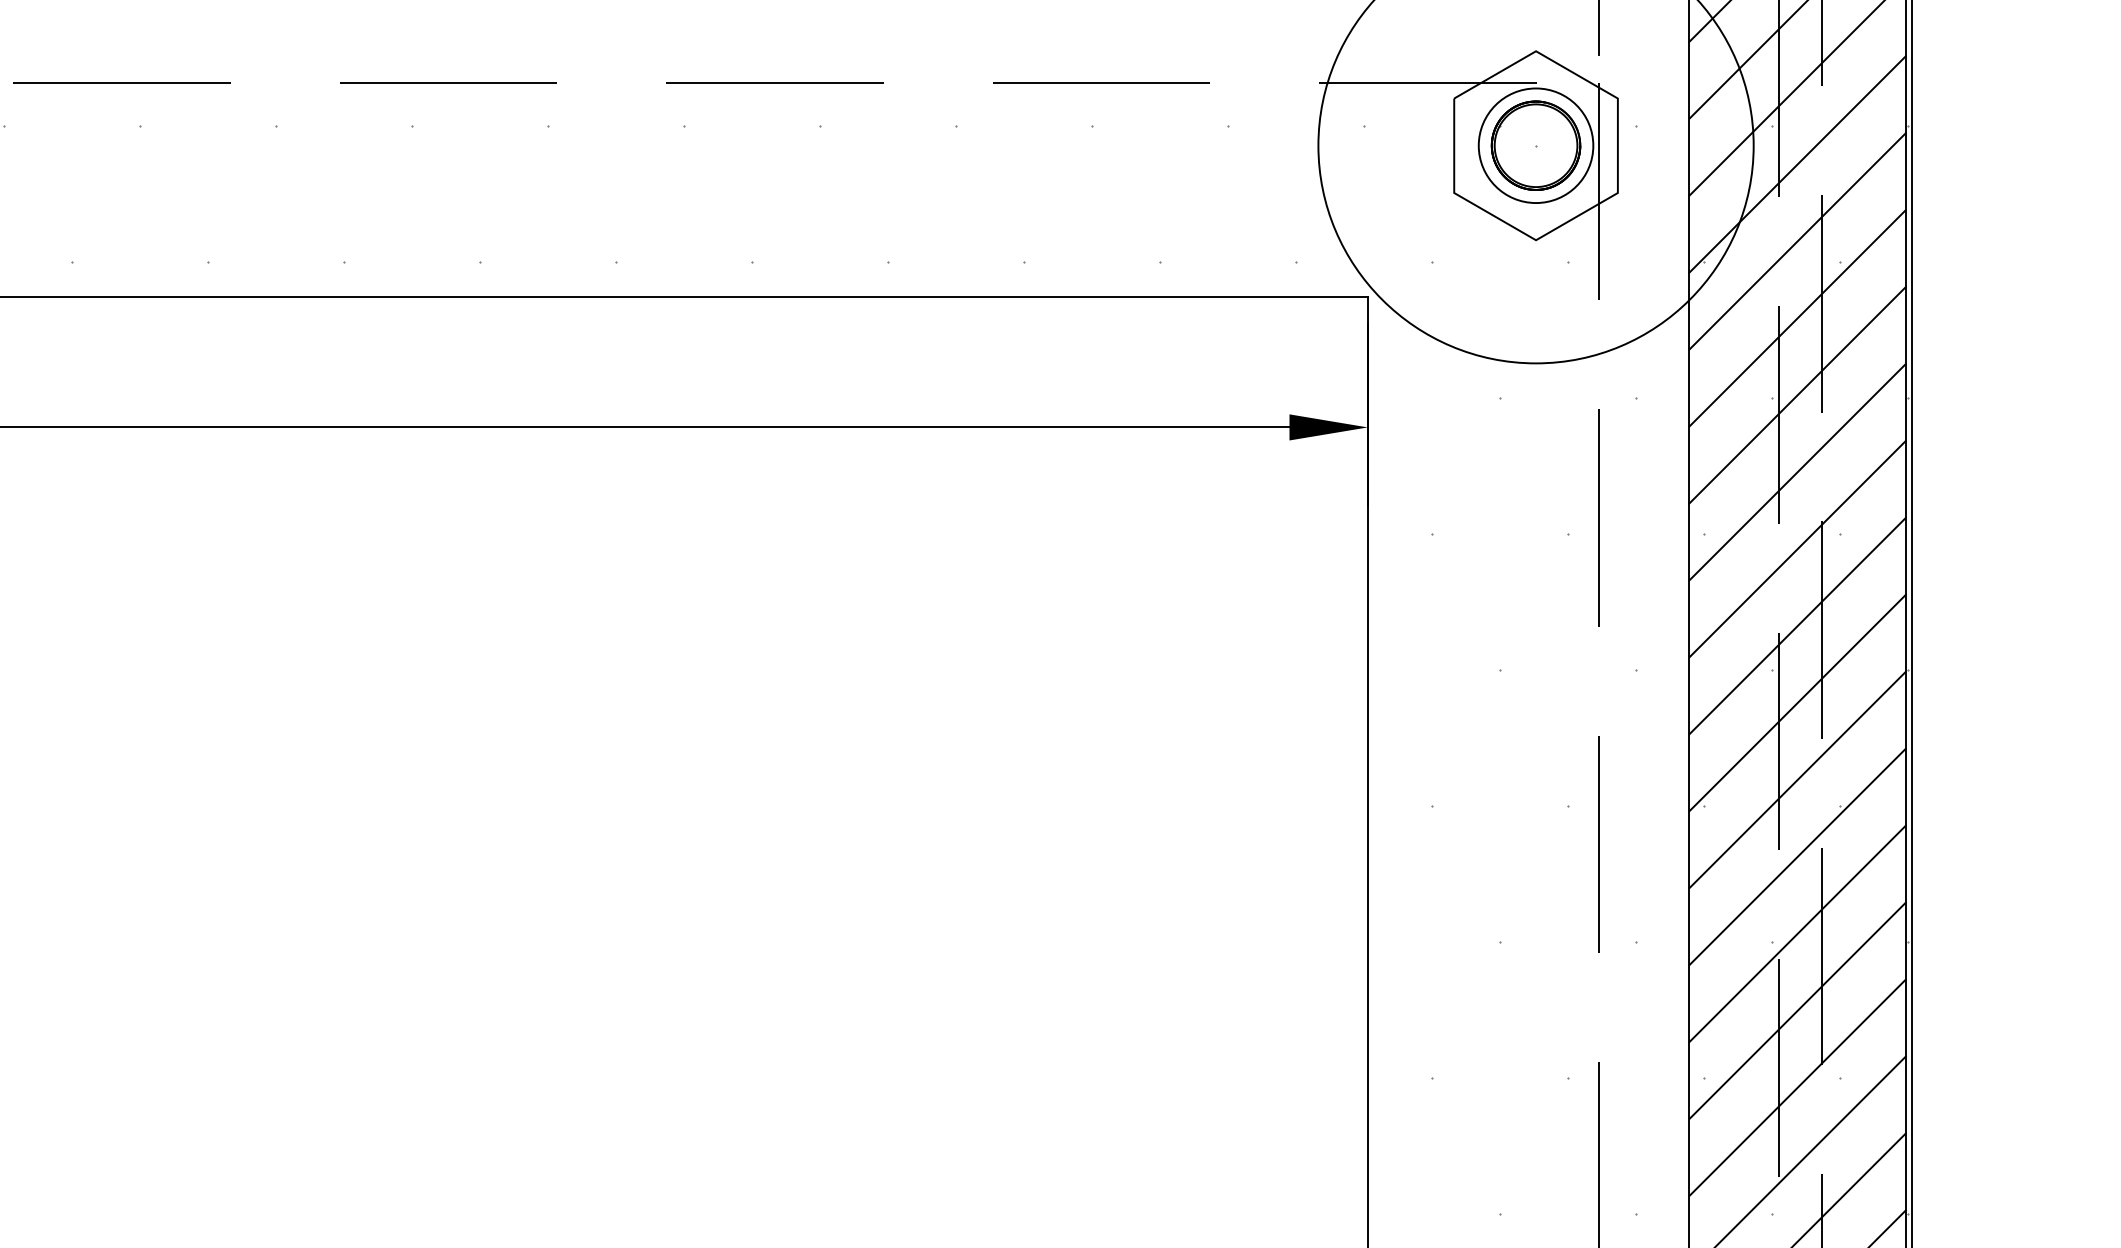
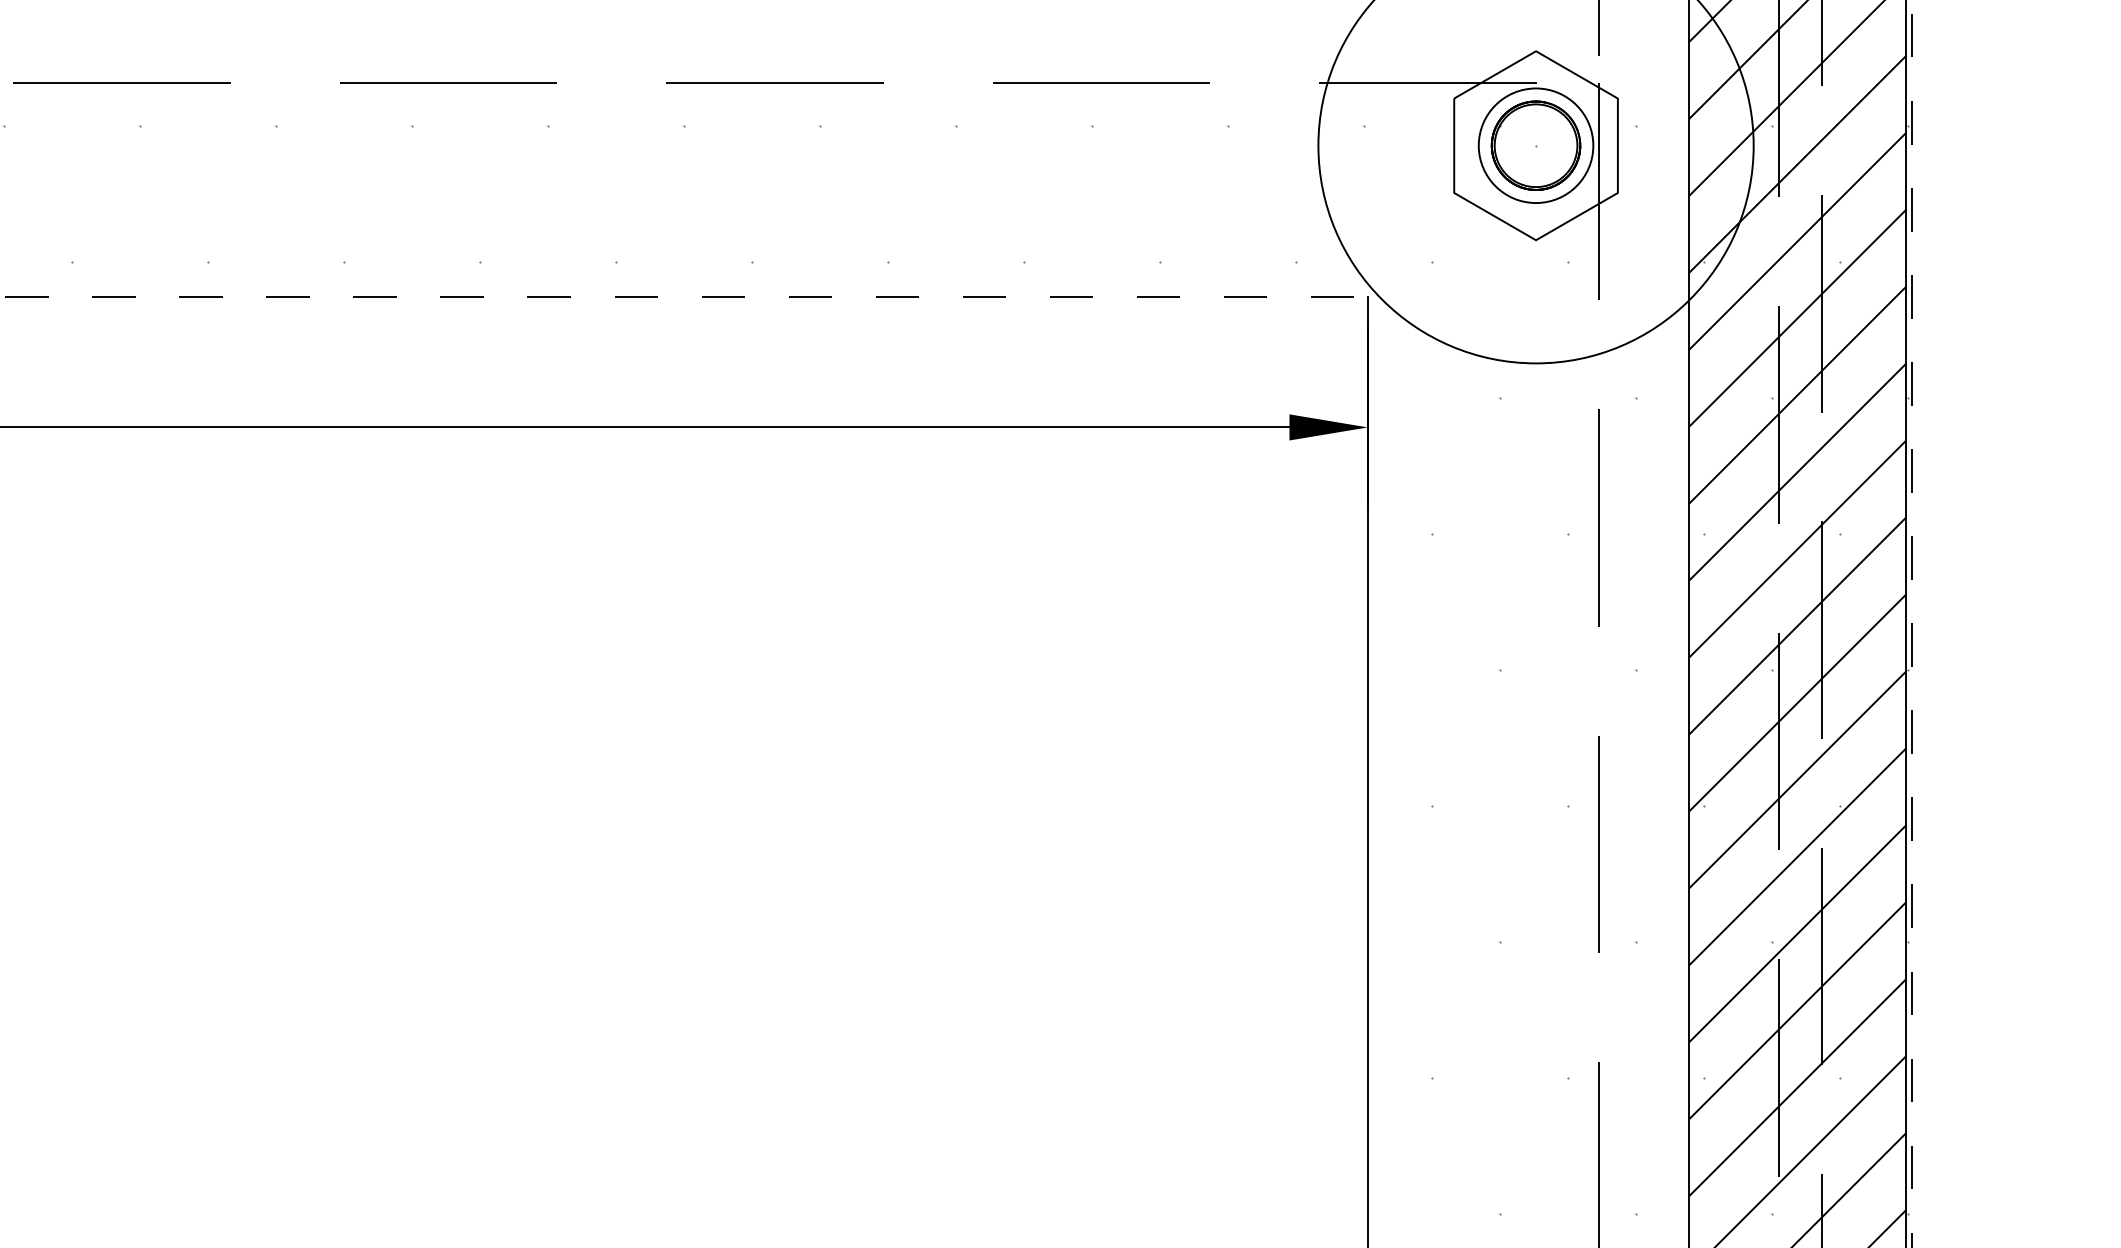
line at (683, 296): solid -> dashed
line at (1911, 624): solid -> dashed
